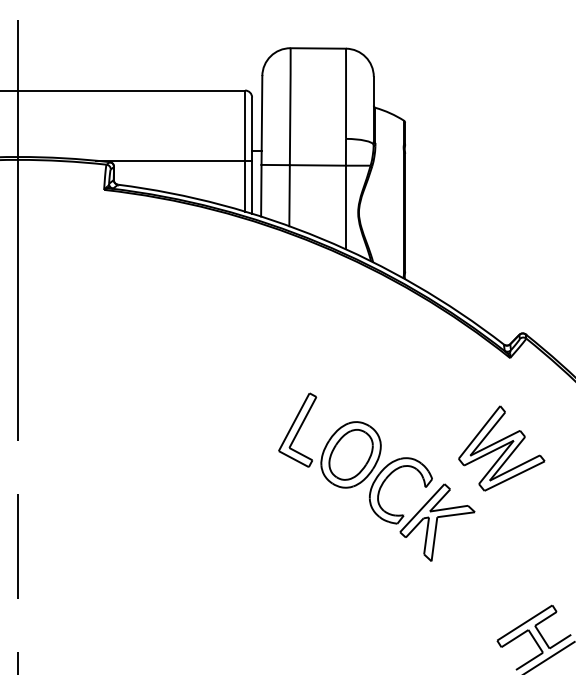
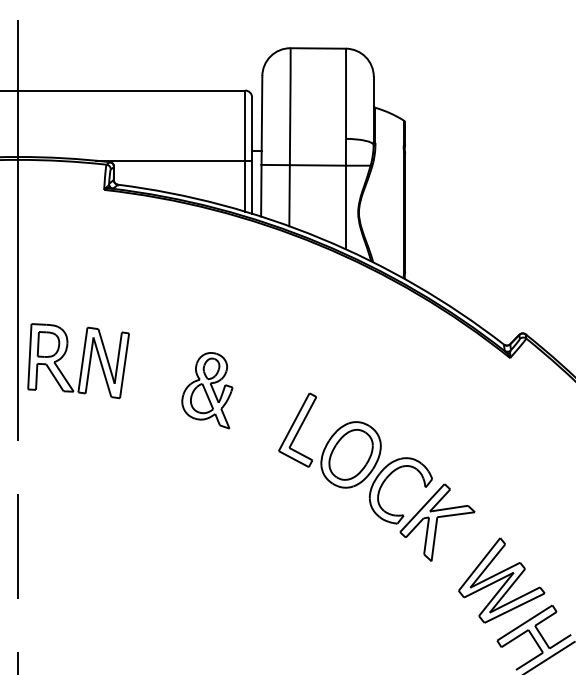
part at (78, 361): none -> present
part at (207, 390): none -> present
part at (501, 448) position: (501, 448) -> (501, 580)
